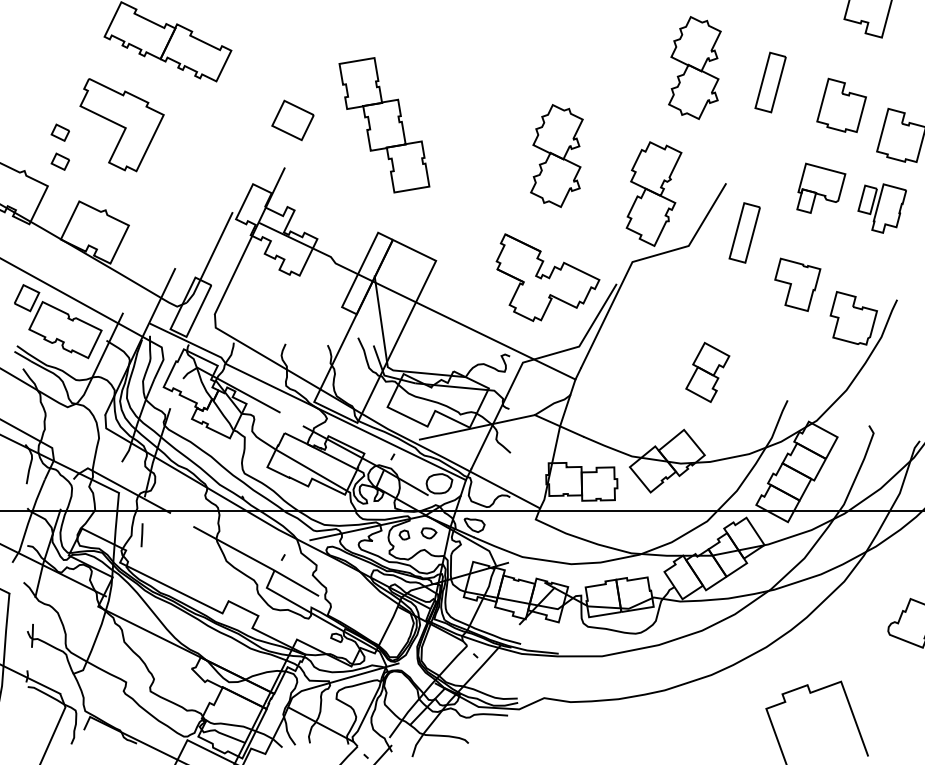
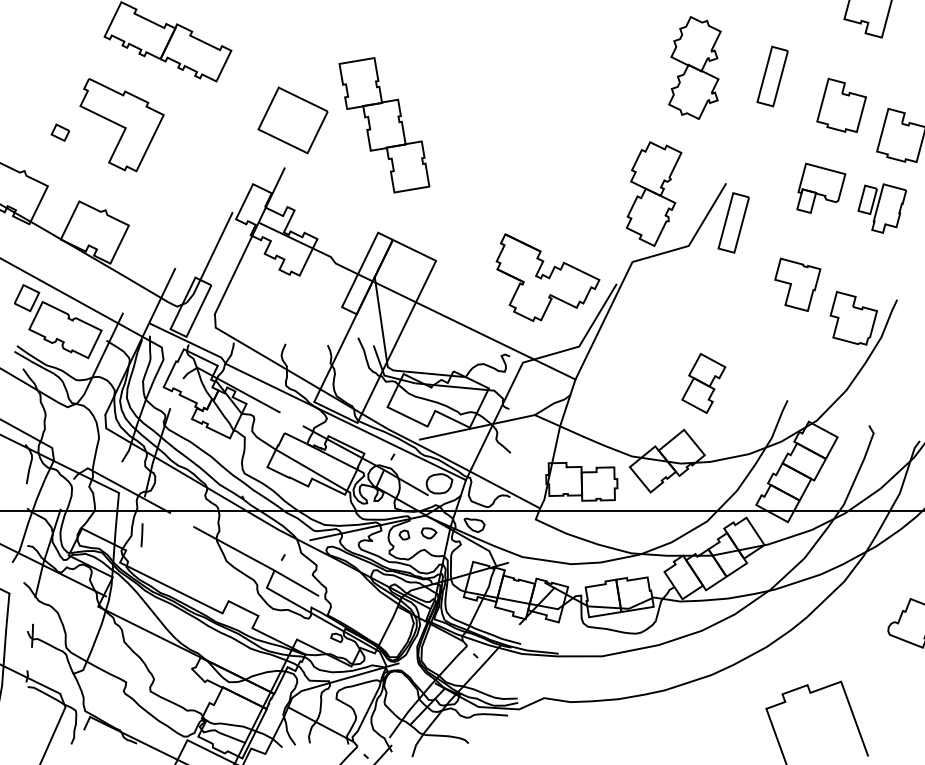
part at (770, 82) position: (770, 82) -> (772, 76)
part at (292, 120) size: 44x43 px -> 72x69 px
part at (556, 155): present -> none
part at (59, 161): present -> none
part at (744, 232) position: (744, 232) -> (733, 222)
part at (707, 371) position: (707, 371) -> (703, 382)
